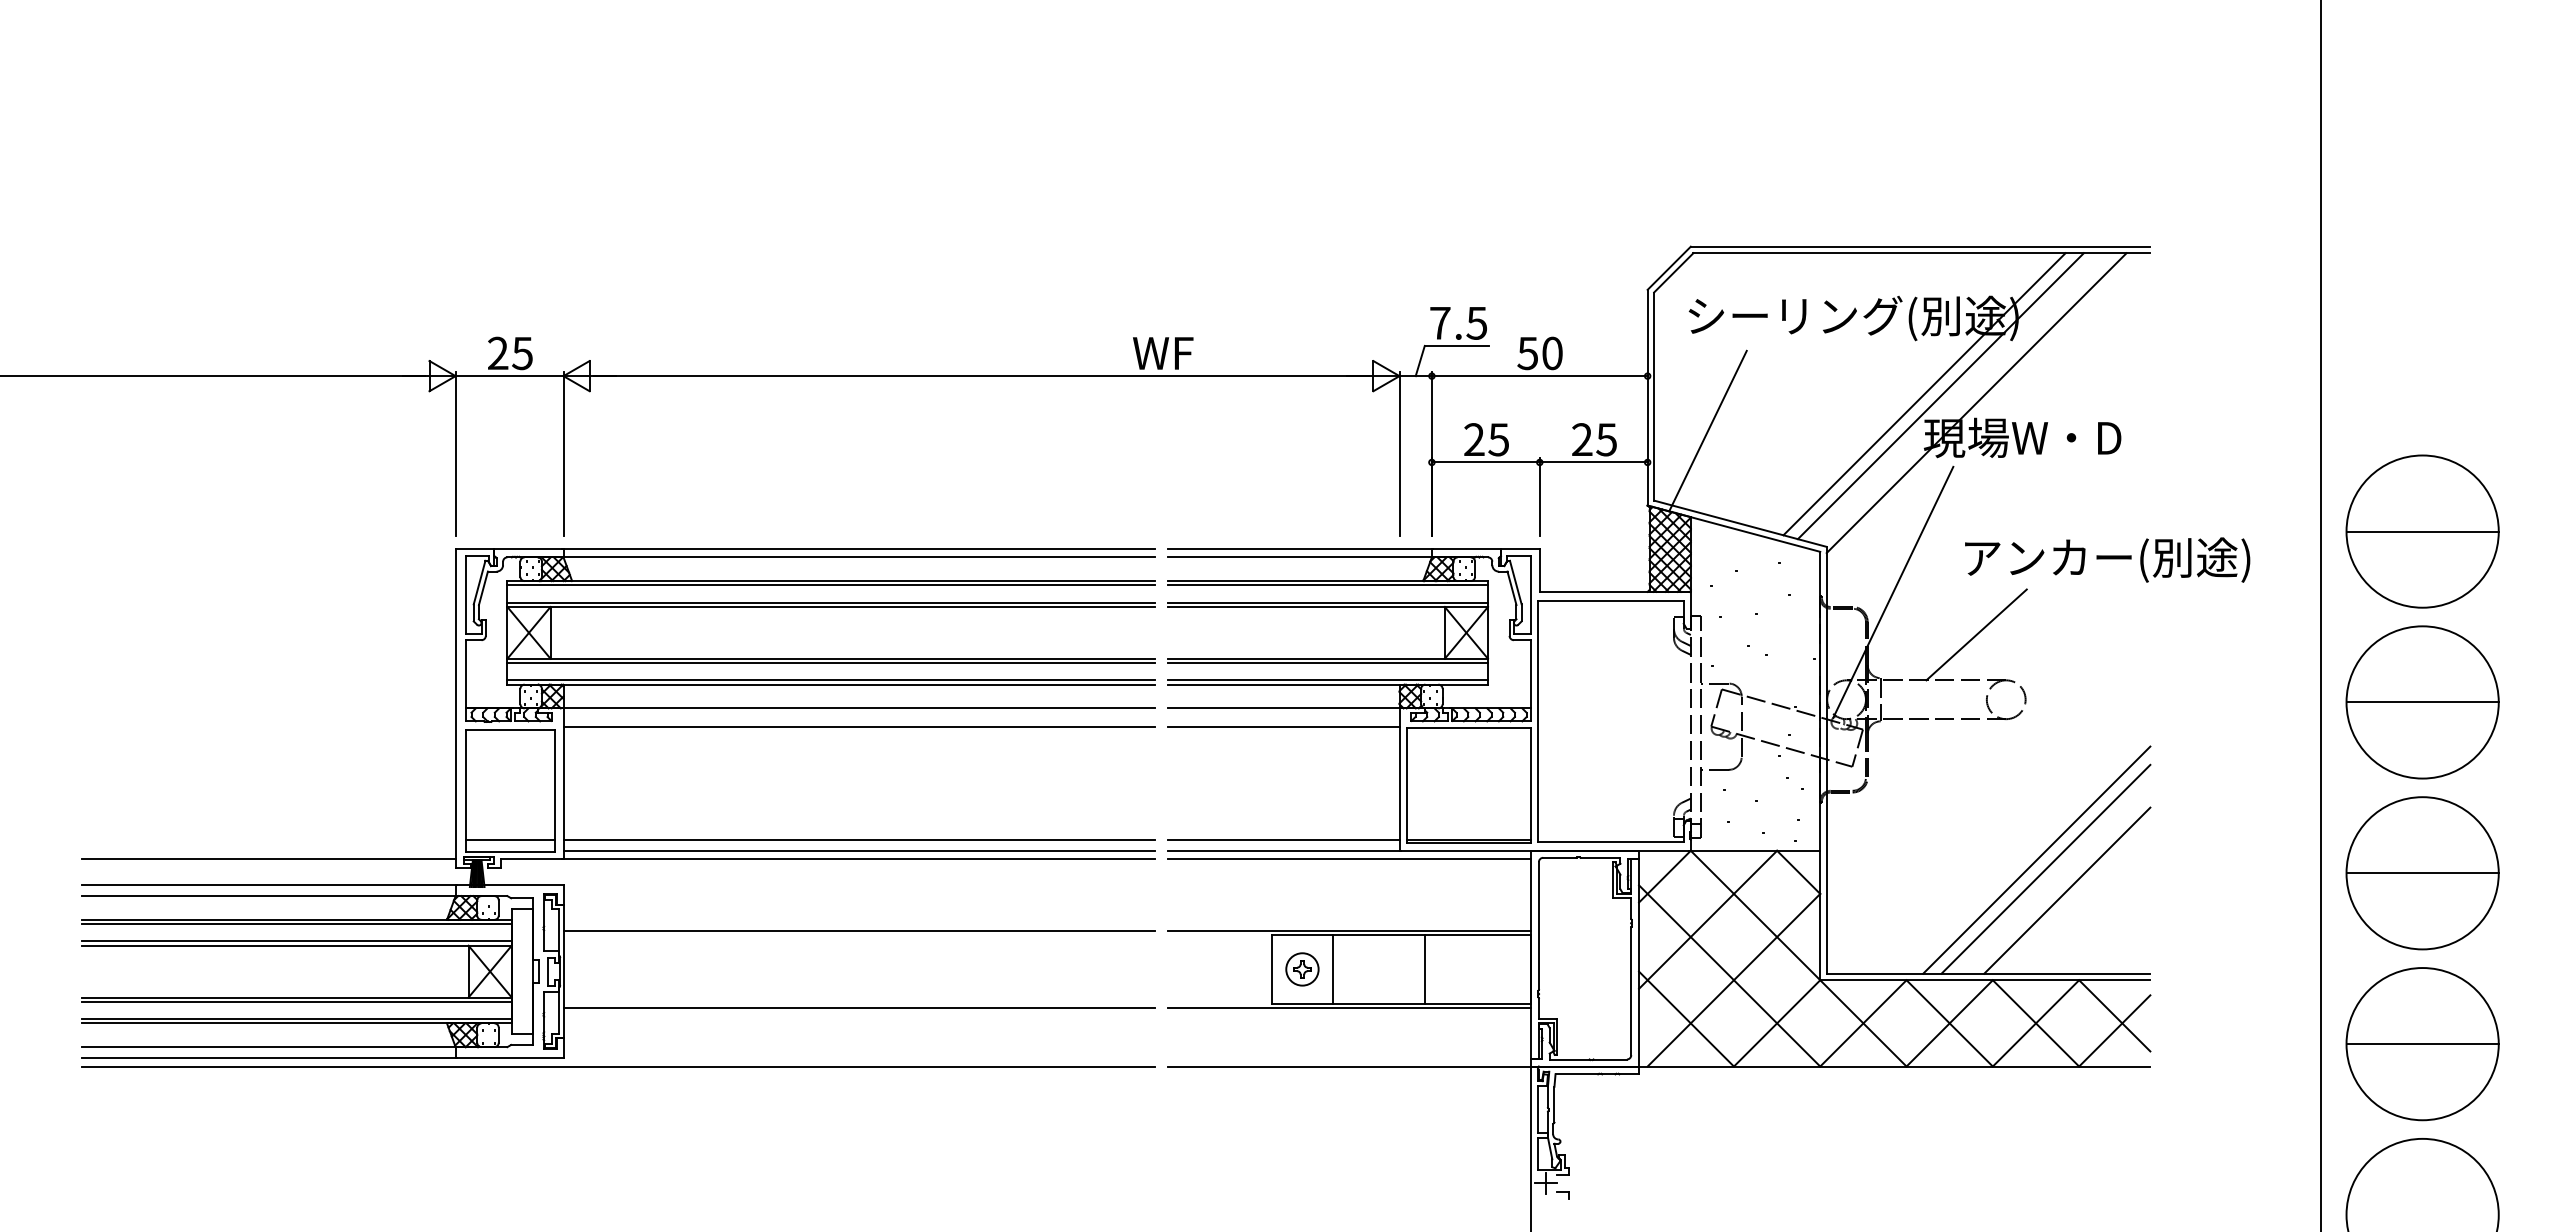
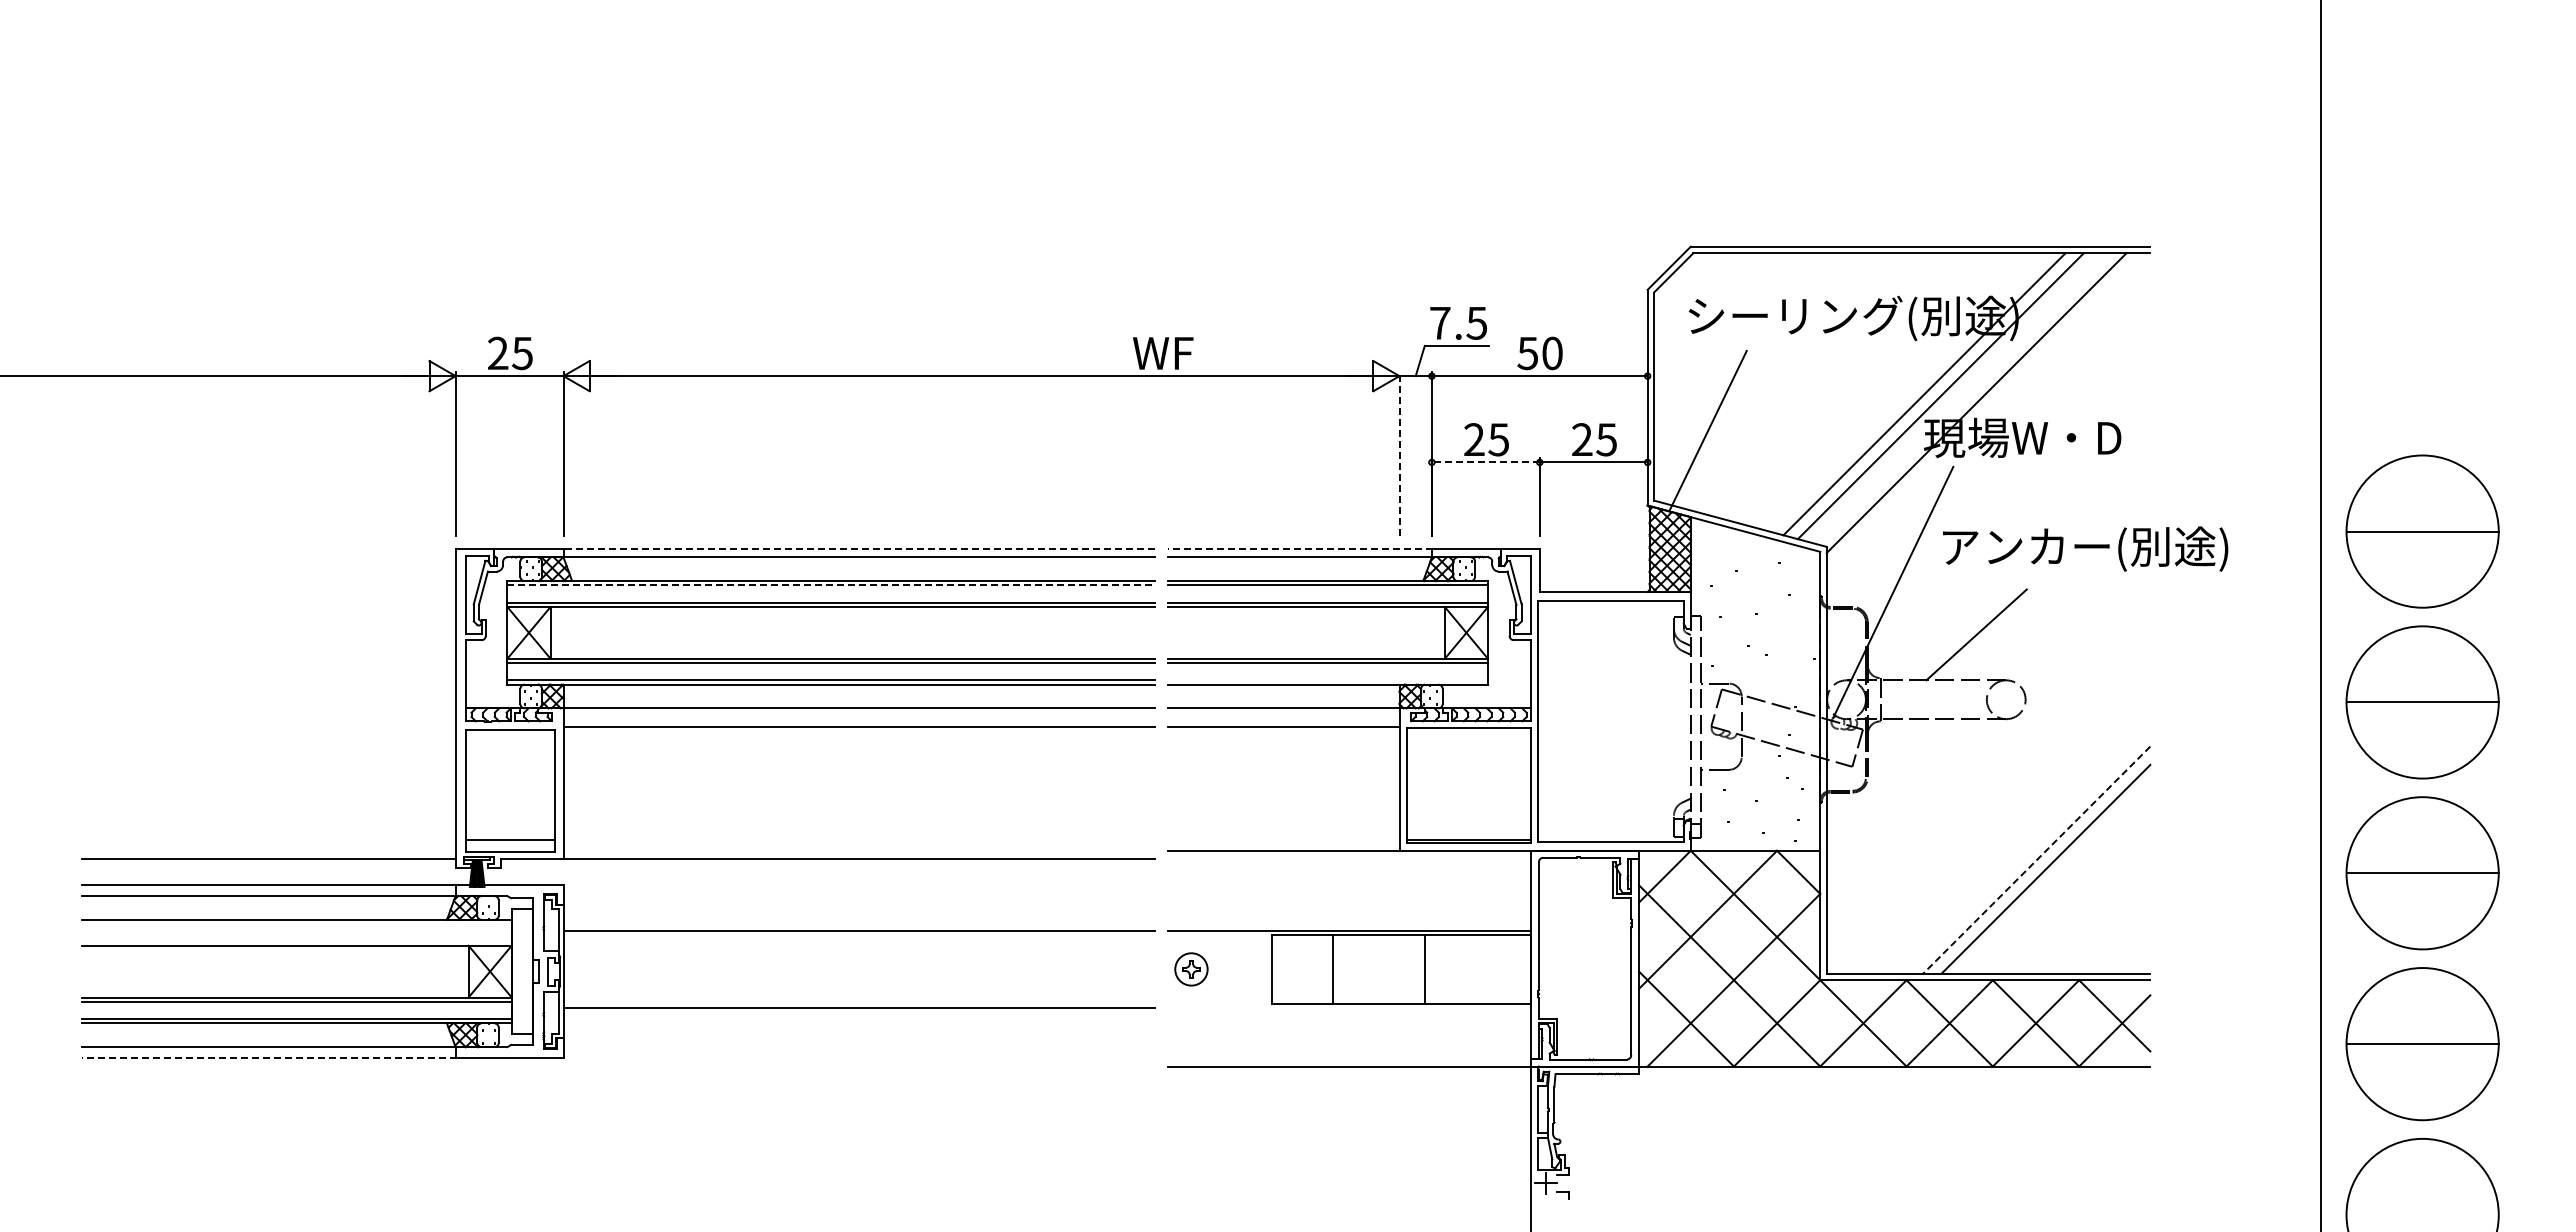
line at (1399, 453): solid -> dashed
line at (1485, 462): solid -> dashed
line at (858, 548): solid -> dashed
line at (1300, 548): solid -> dashed
text at (2107, 559) position: (2107, 559) -> (2085, 548)
line at (831, 585): solid -> dashed
line at (1328, 680): present -> none
line at (859, 840): present -> none
line at (1283, 840): present -> none
line at (859, 850): present -> none
line at (1349, 859): present -> none
line at (2036, 860): solid -> dashed
line at (2067, 890): present -> none
line at (296, 924): present -> none
line at (296, 941): present -> none
part at (1302, 969) position: (1302, 969) -> (1191, 969)
line at (1349, 1008): present -> none
line at (269, 1057): solid -> dashed
line at (618, 1066): present -> none
